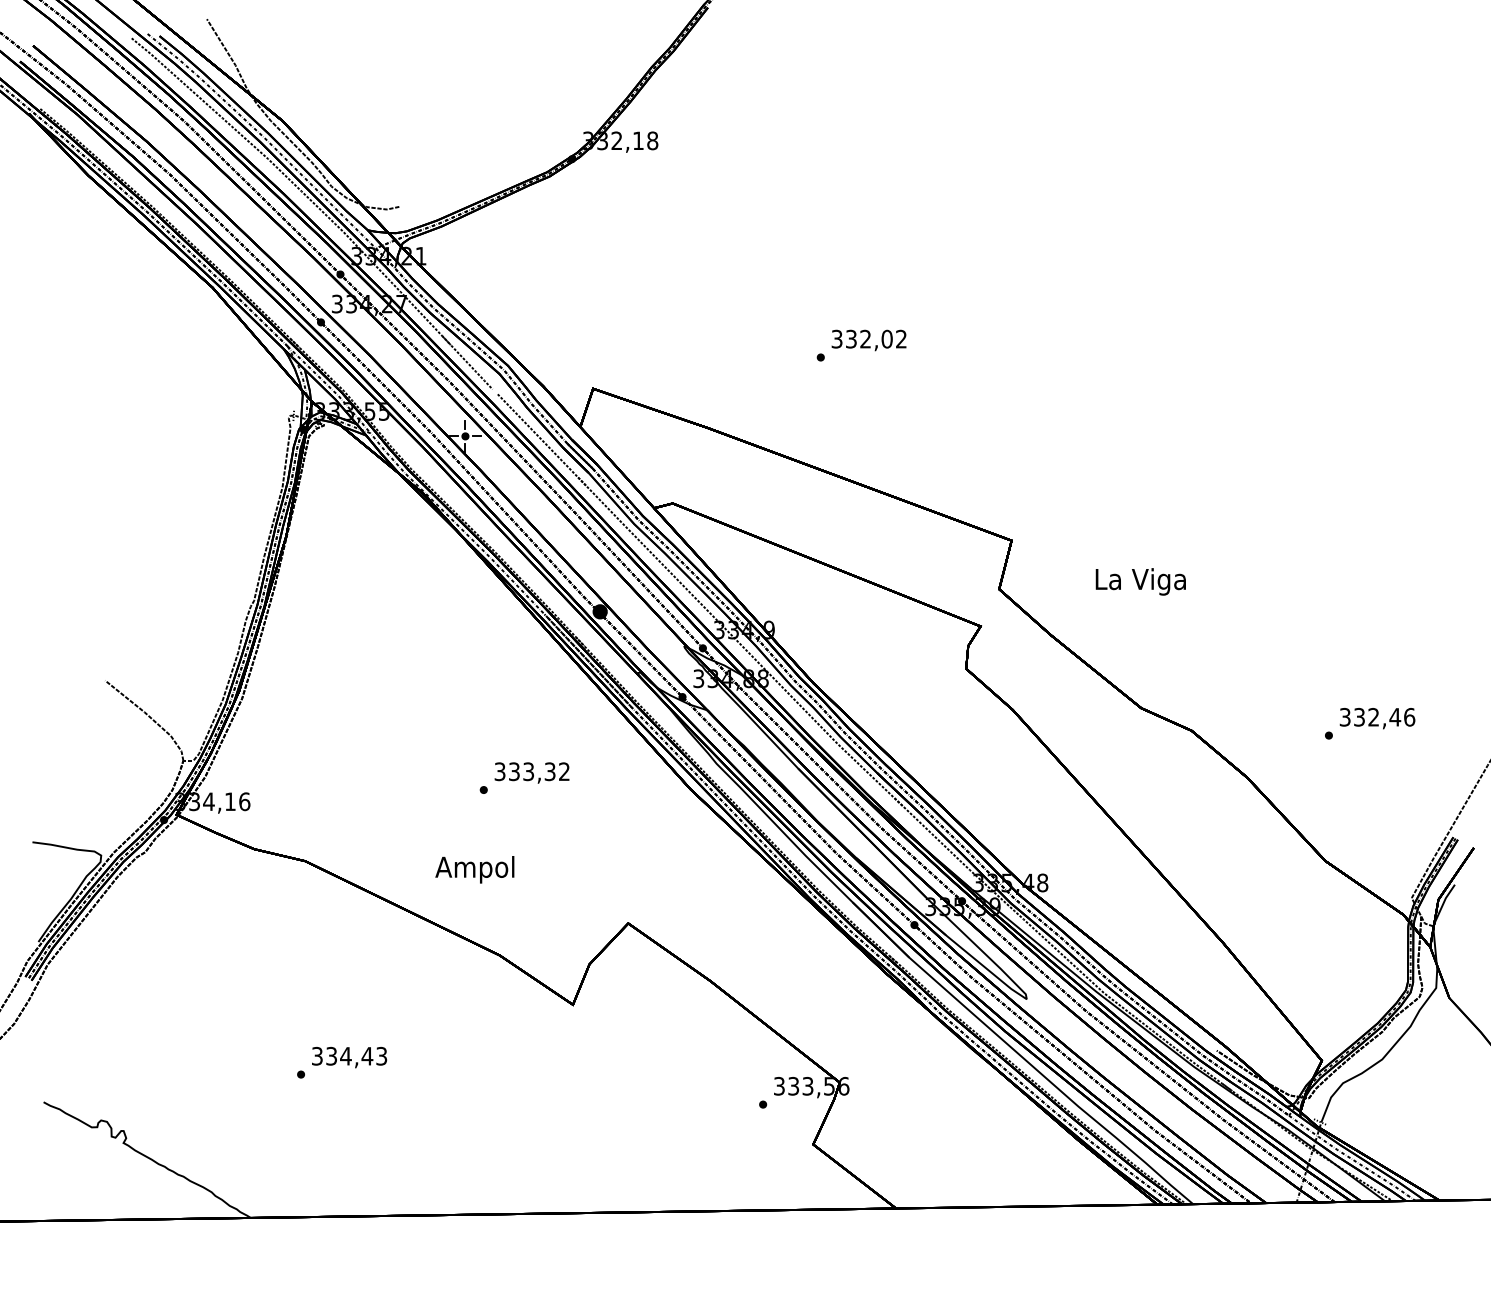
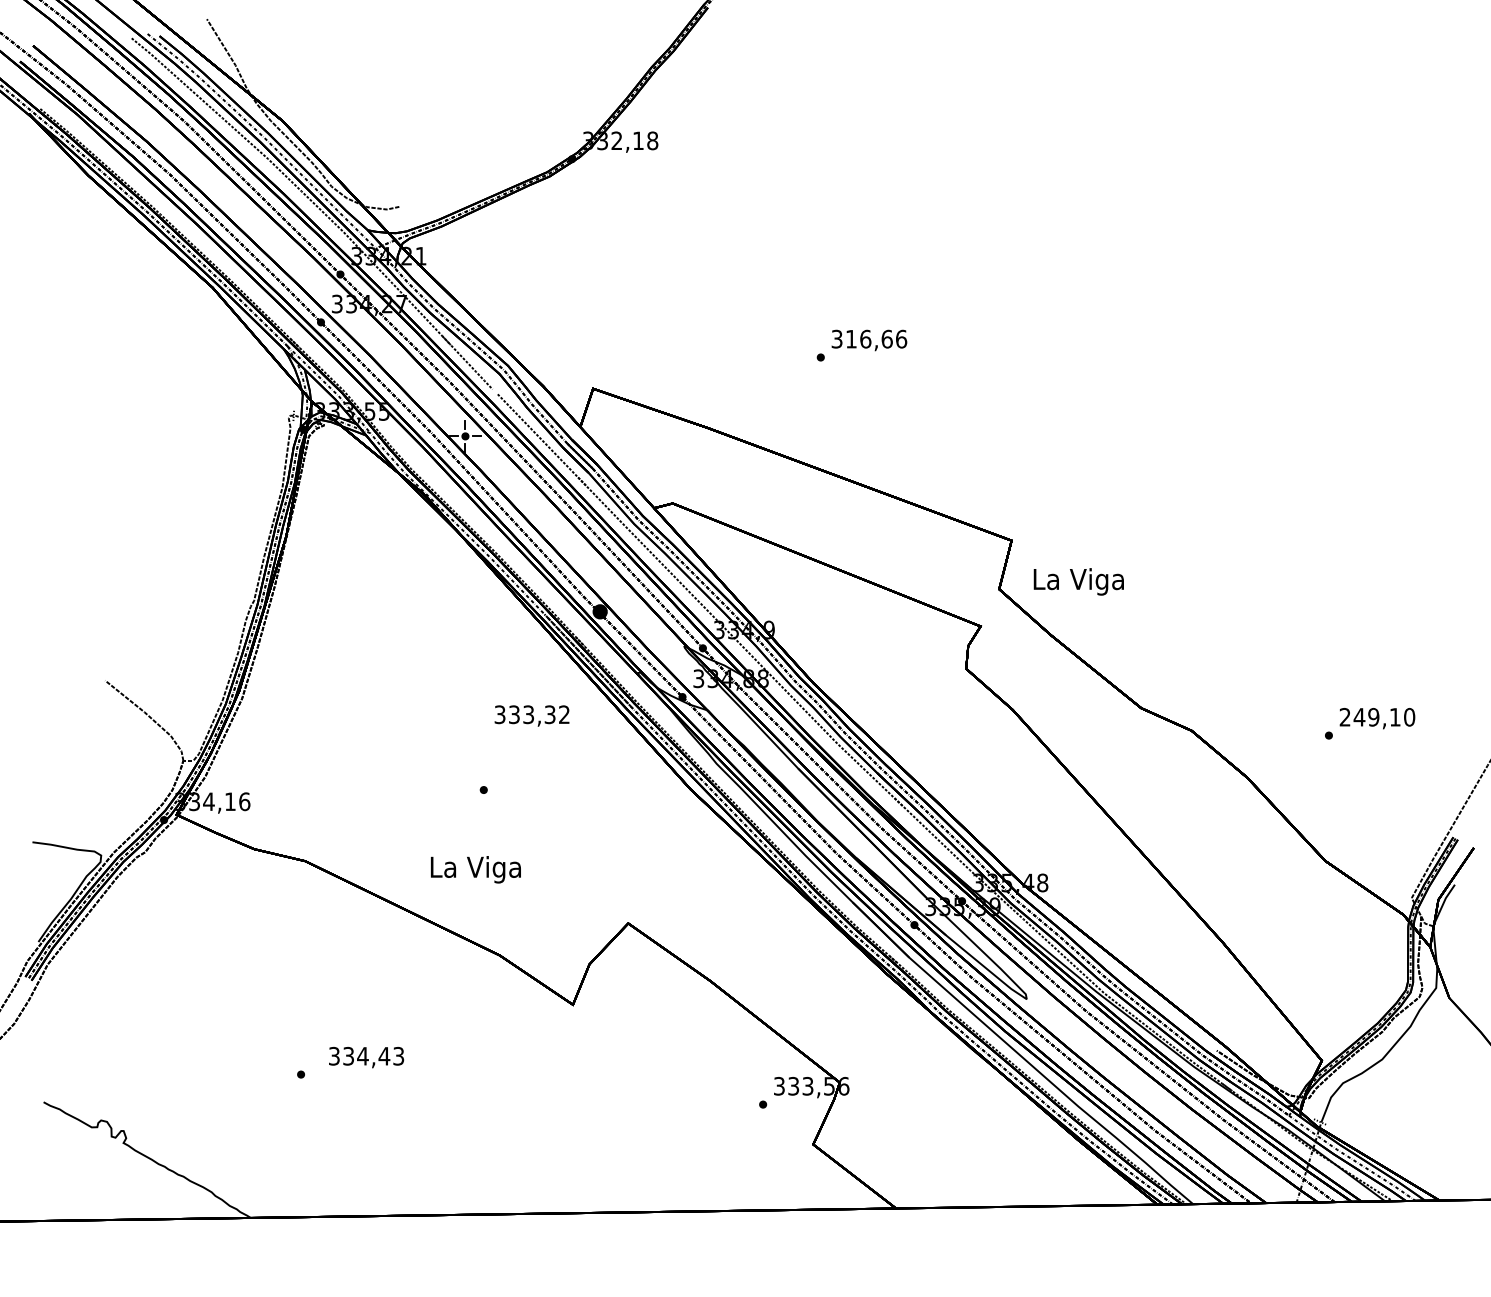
text at (876, 338): 332,02 -> 316,66
text at (1140, 581) position: (1140, 581) -> (1078, 581)
text at (1377, 716): 332,46 -> 249,10
text at (531, 772) position: (531, 772) -> (531, 715)
text at (475, 869): Ampol -> La Viga
text at (349, 1057) position: (349, 1057) -> (366, 1057)
